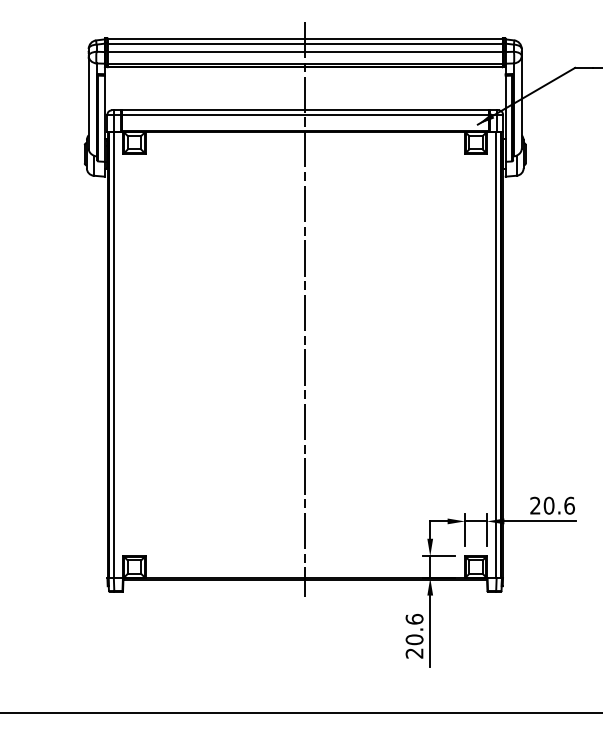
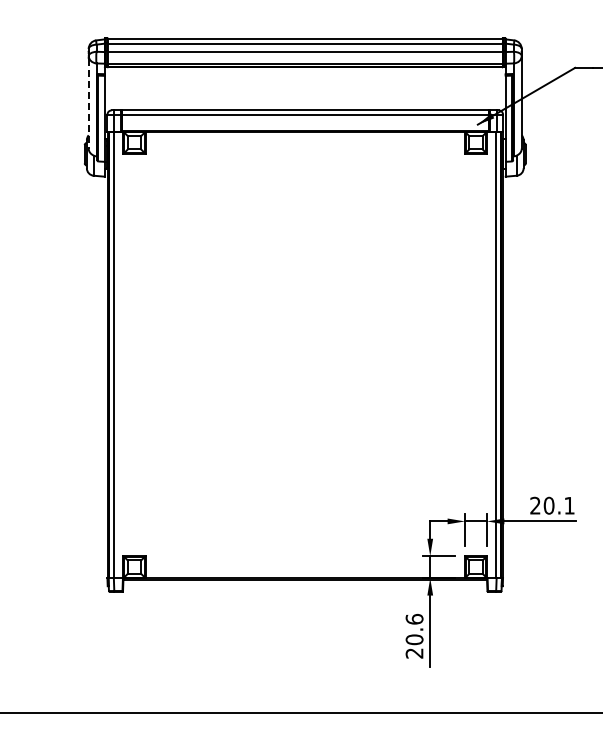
line at (88, 103): solid -> dashed
line at (305, 309): present -> none
text at (569, 505): 20.6 -> 20.1
